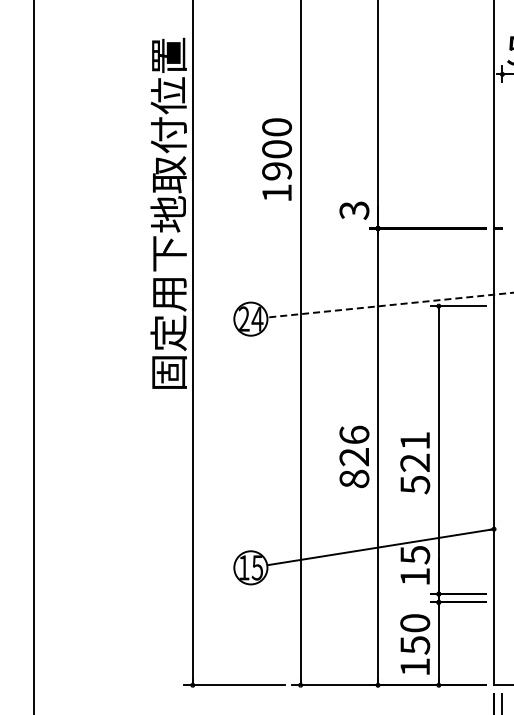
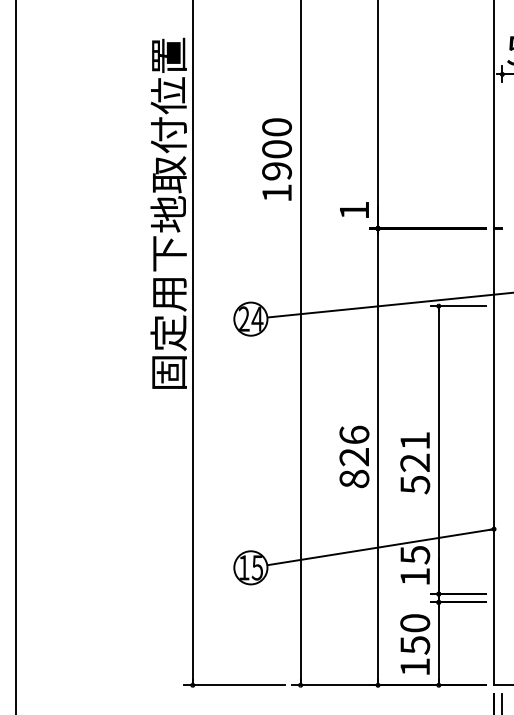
text at (354, 210): 3 -> 1
line at (389, 305): dashed -> solid
line at (33, 356) position: (33, 356) -> (15, 356)
